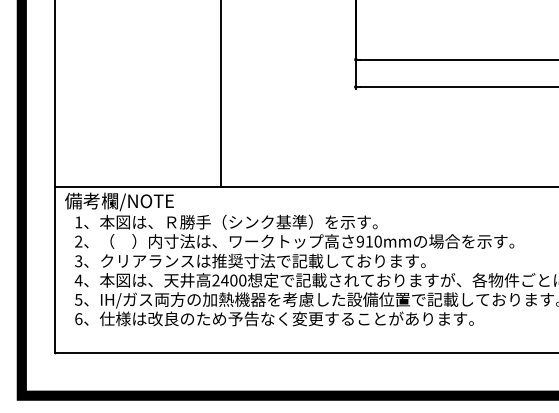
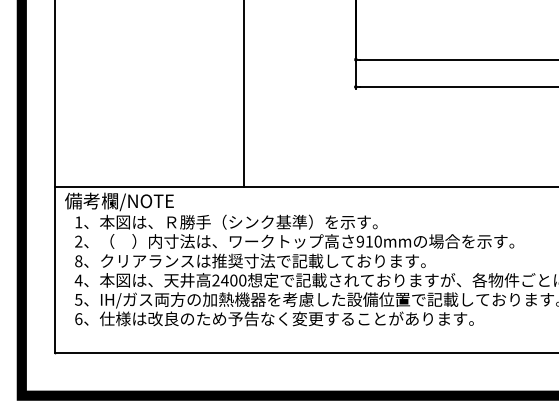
line at (221, 94) position: (221, 94) -> (244, 94)
text at (78, 261): 3 -> 8
